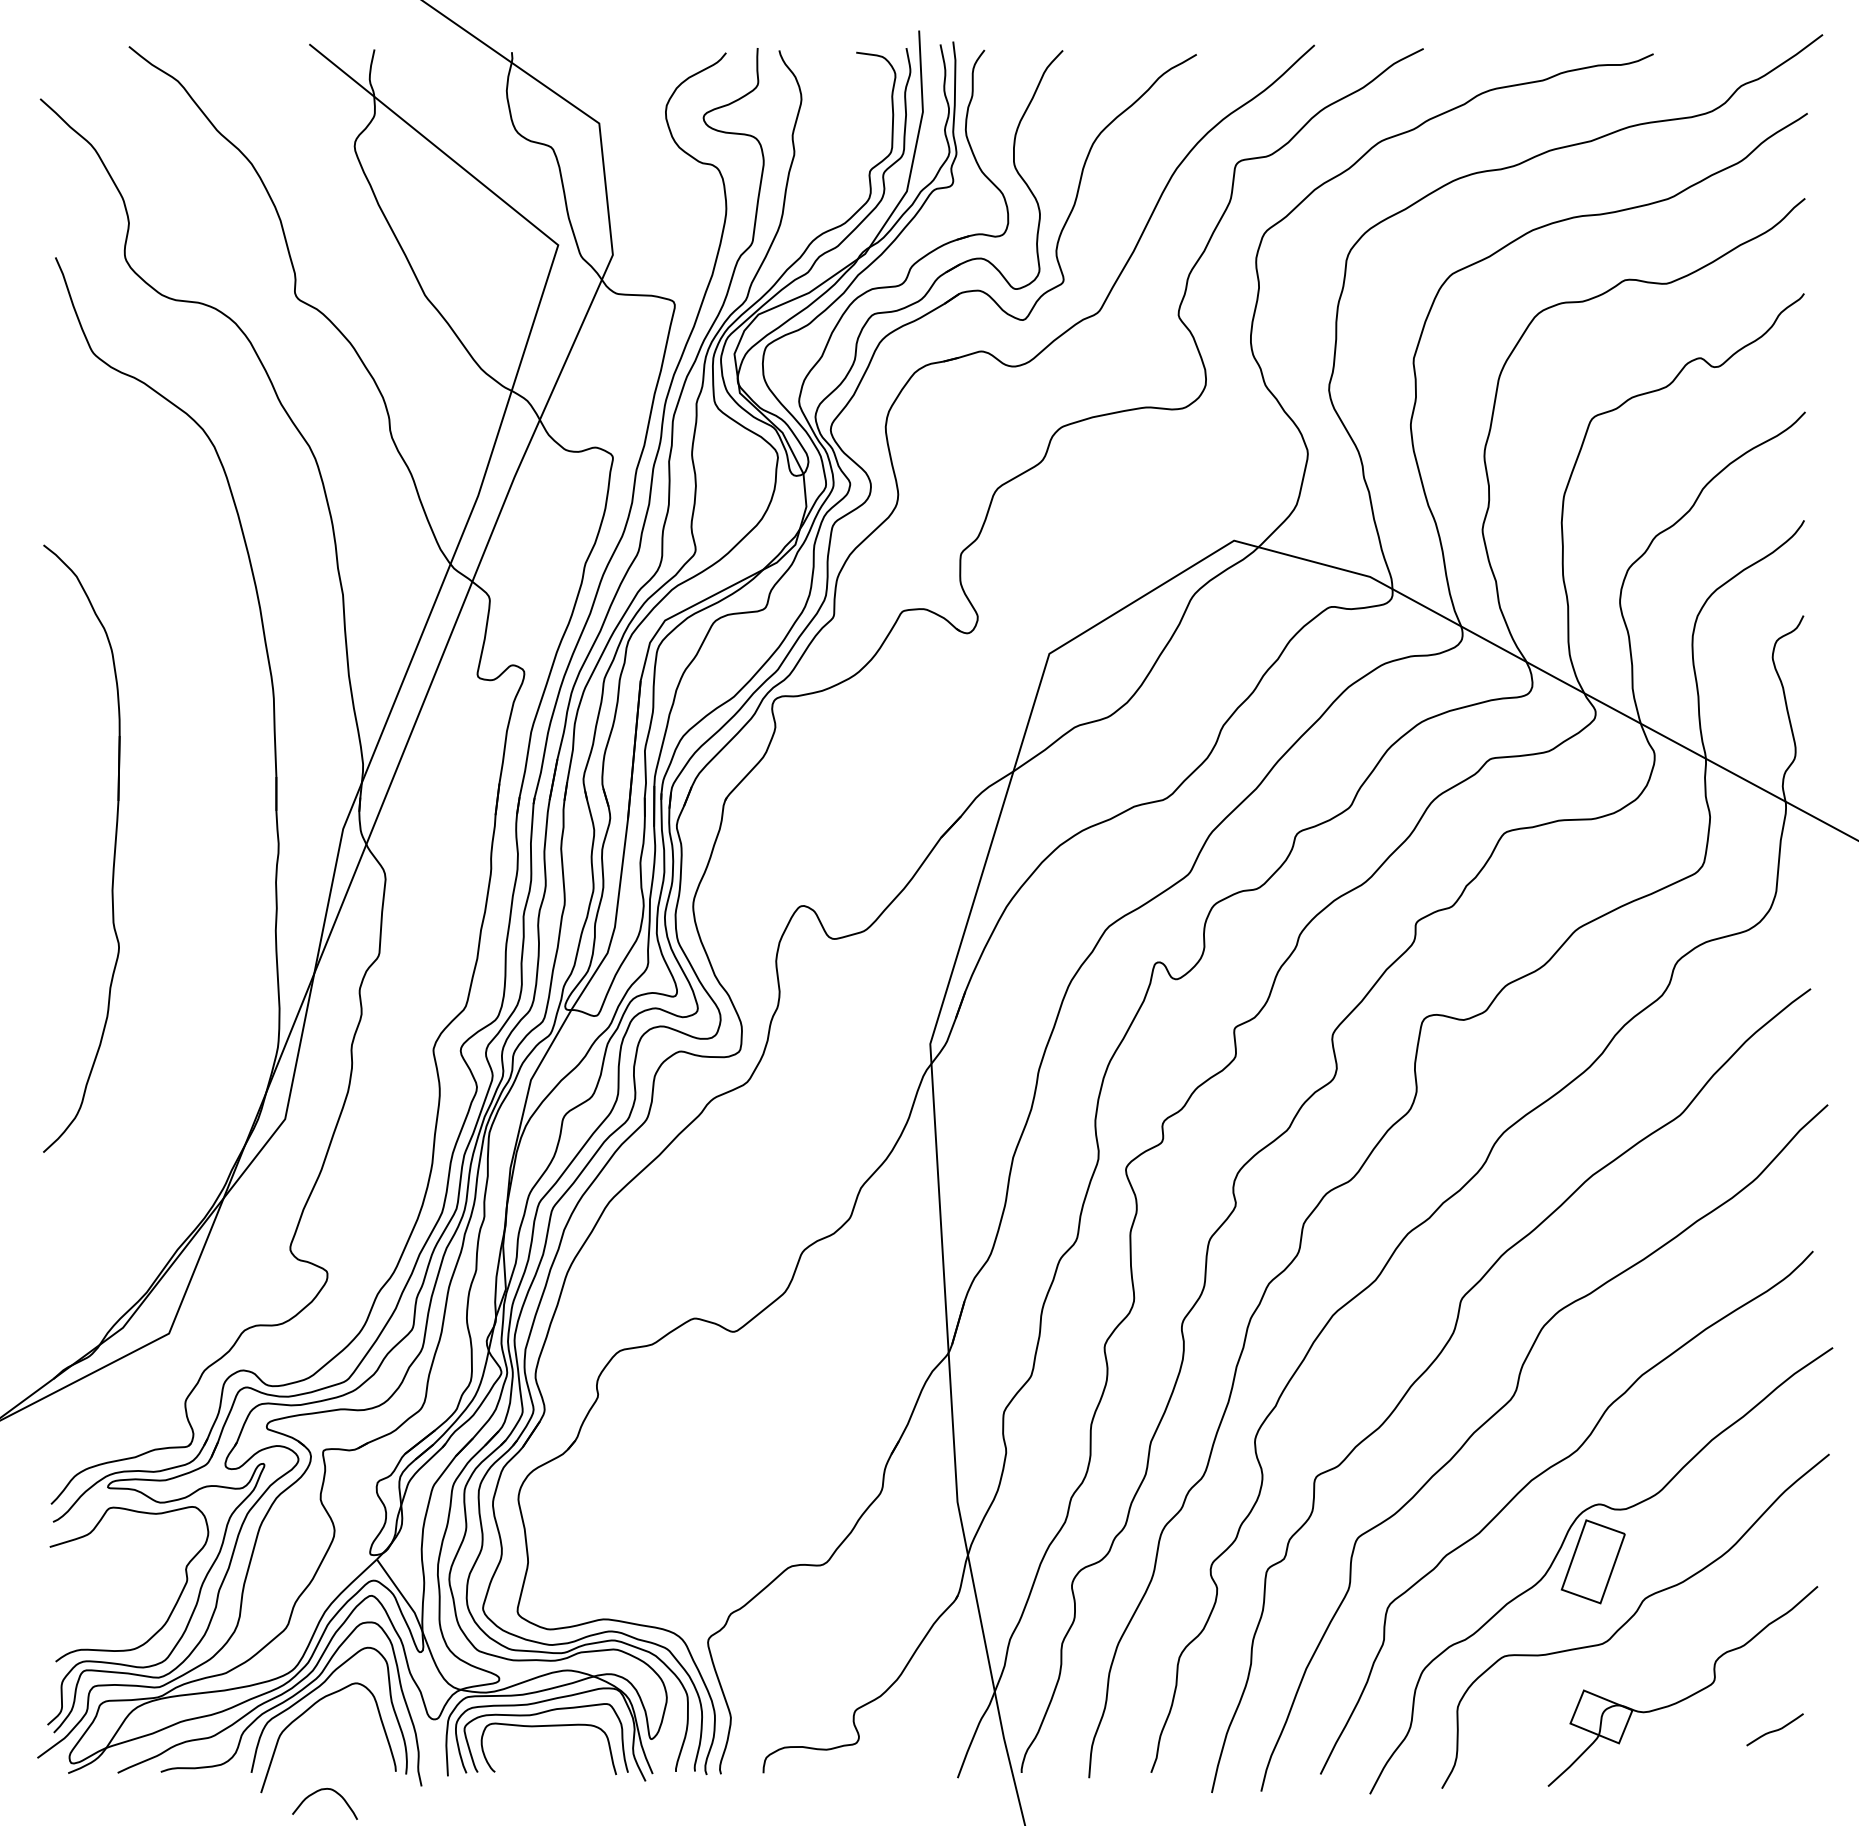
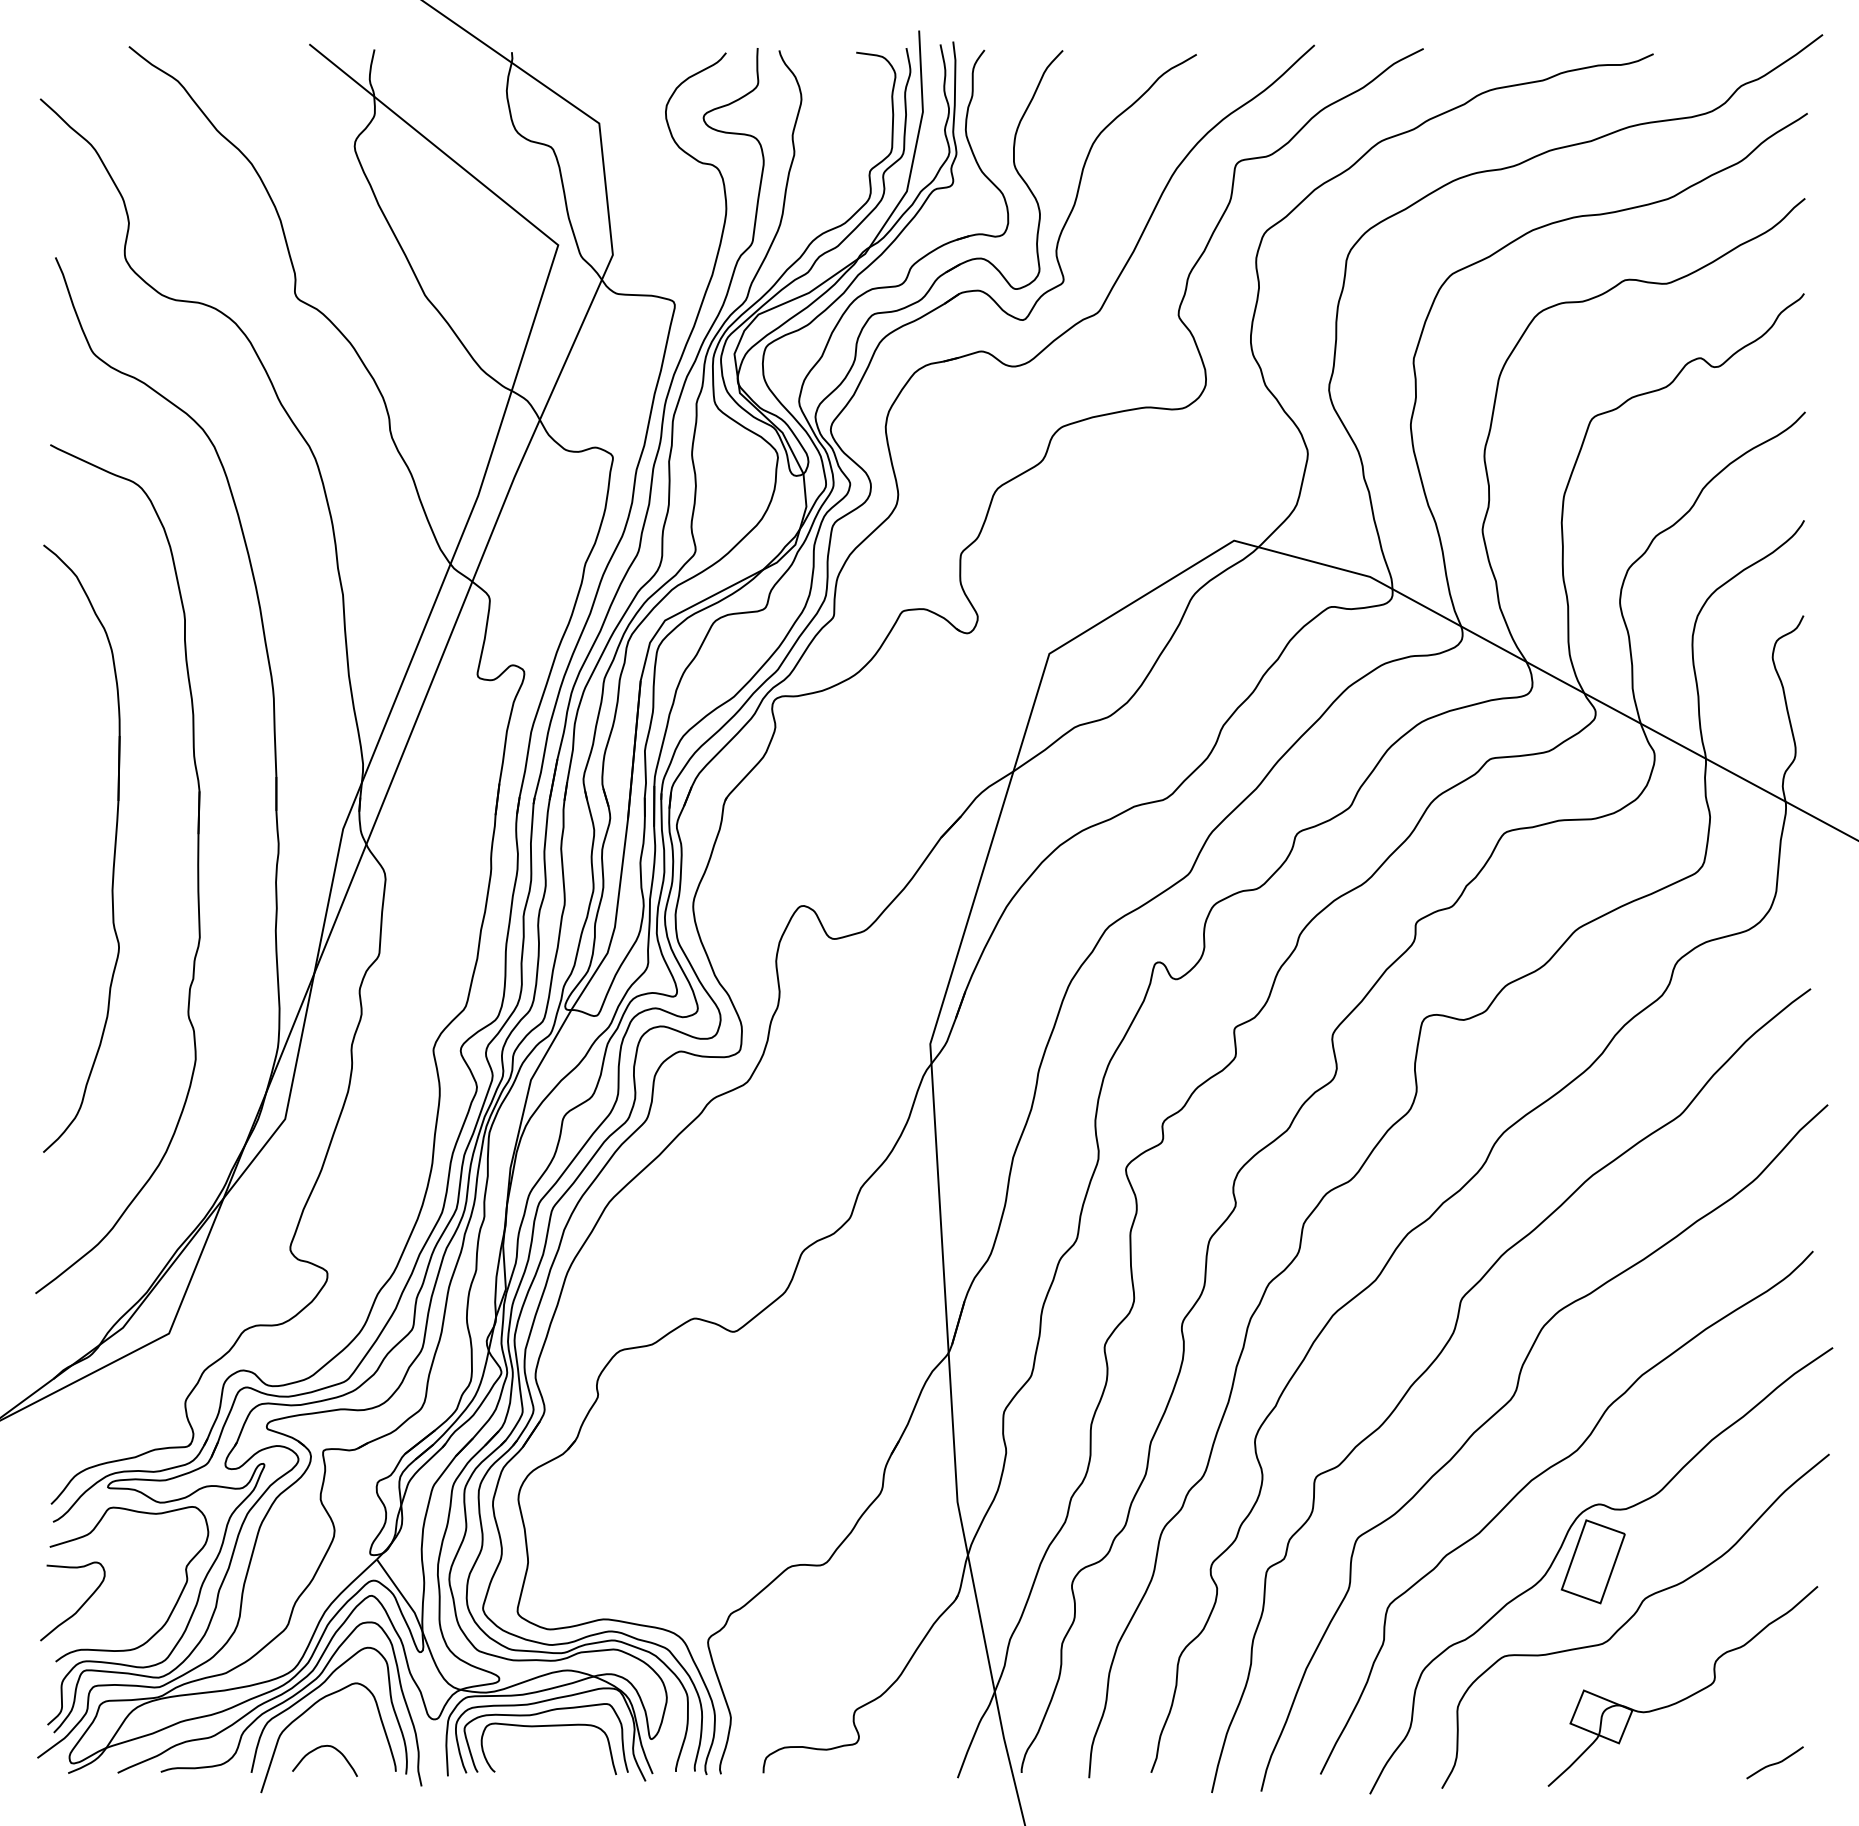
part at (197, 869): none -> present
curve at (79, 1607): none -> present
curve at (1775, 1729) position: (1775, 1729) -> (1775, 1762)
curve at (319, 1791) position: (319, 1791) -> (319, 1748)
